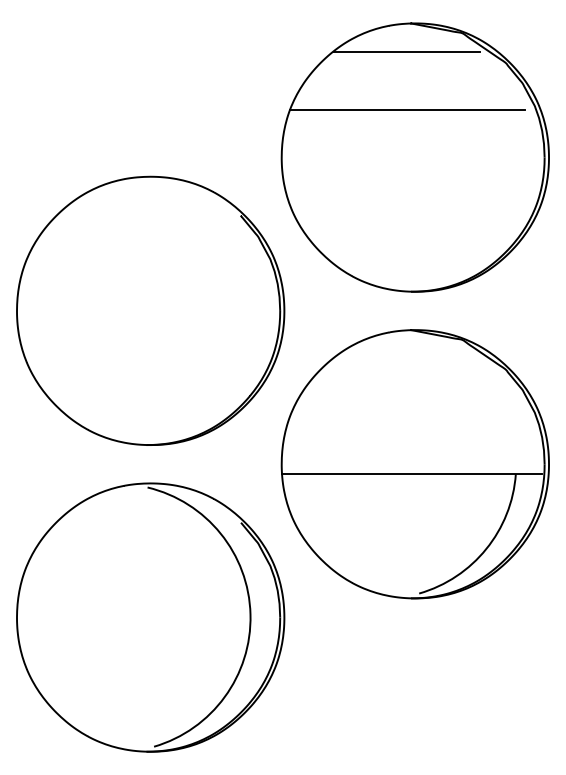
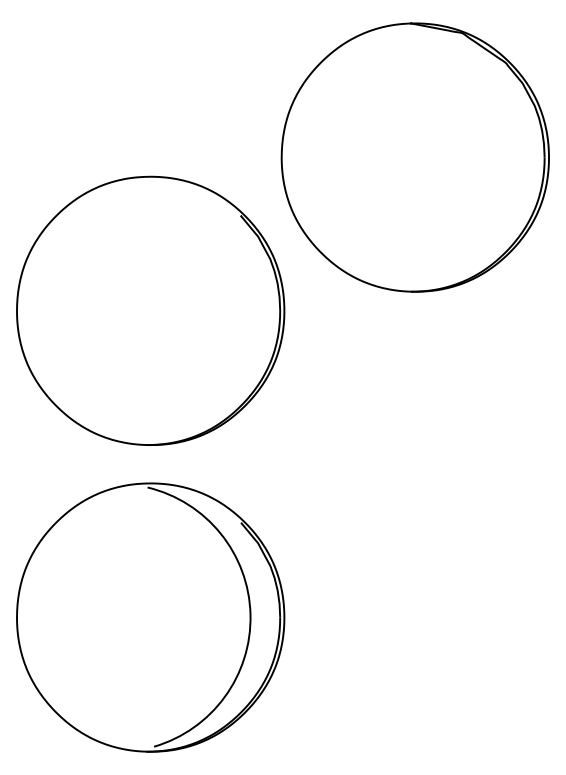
line at (407, 52): present -> none
line at (407, 109): present -> none
part at (414, 464): present -> none
